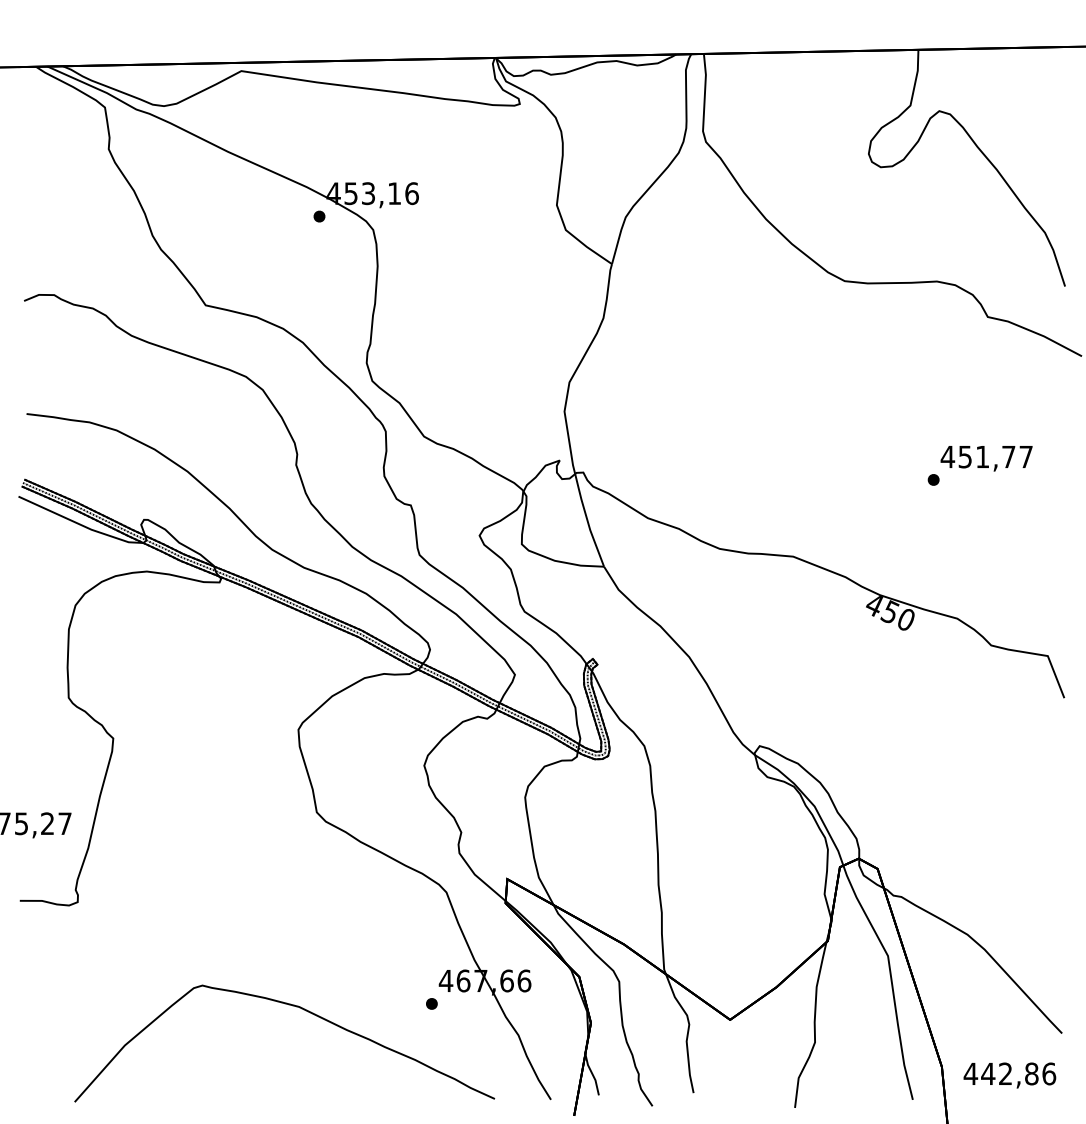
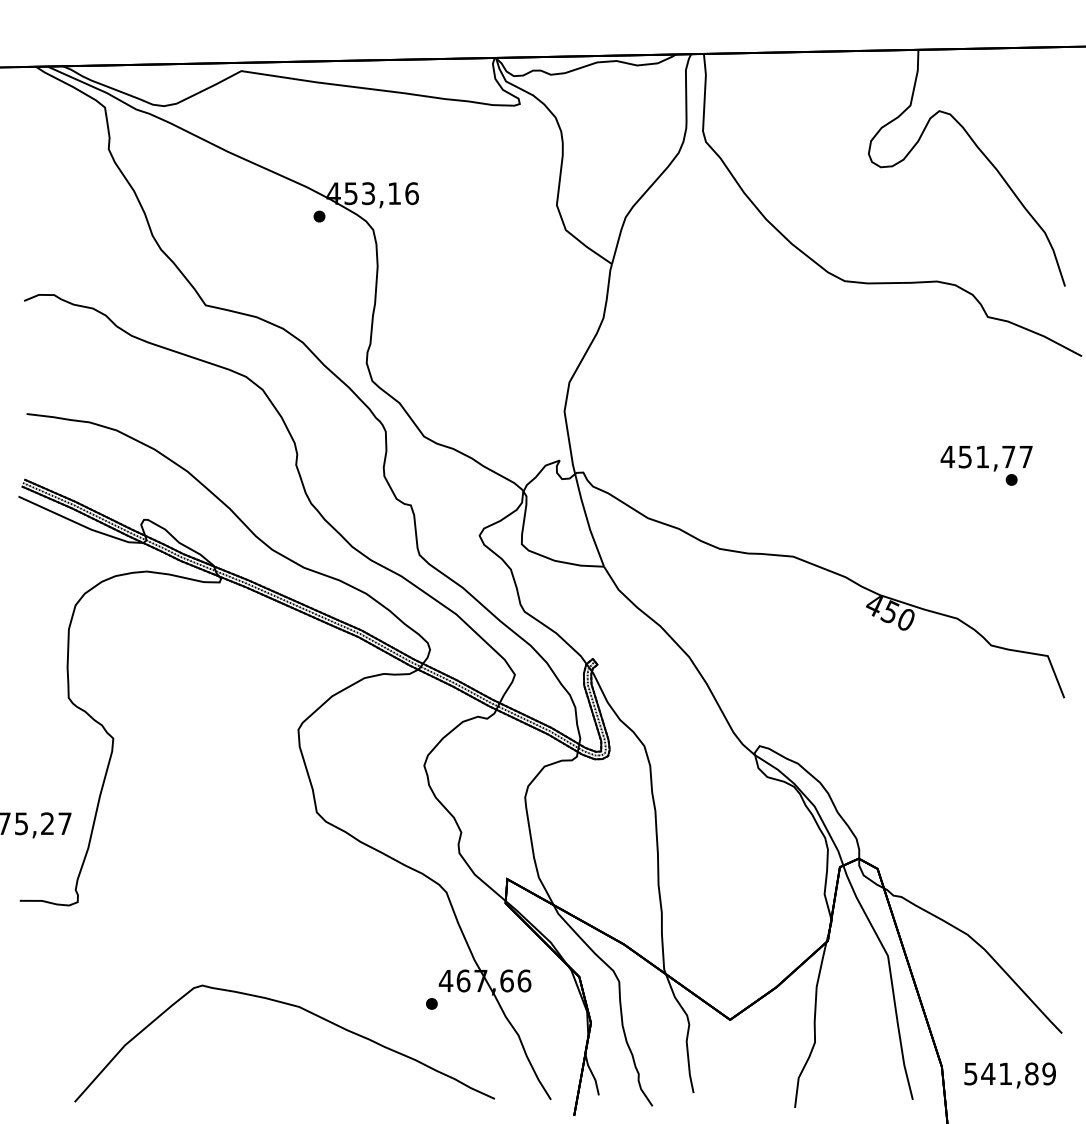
part at (933, 479) position: (933, 479) -> (1011, 479)
text at (1009, 1073): 442,86 -> 541,89
